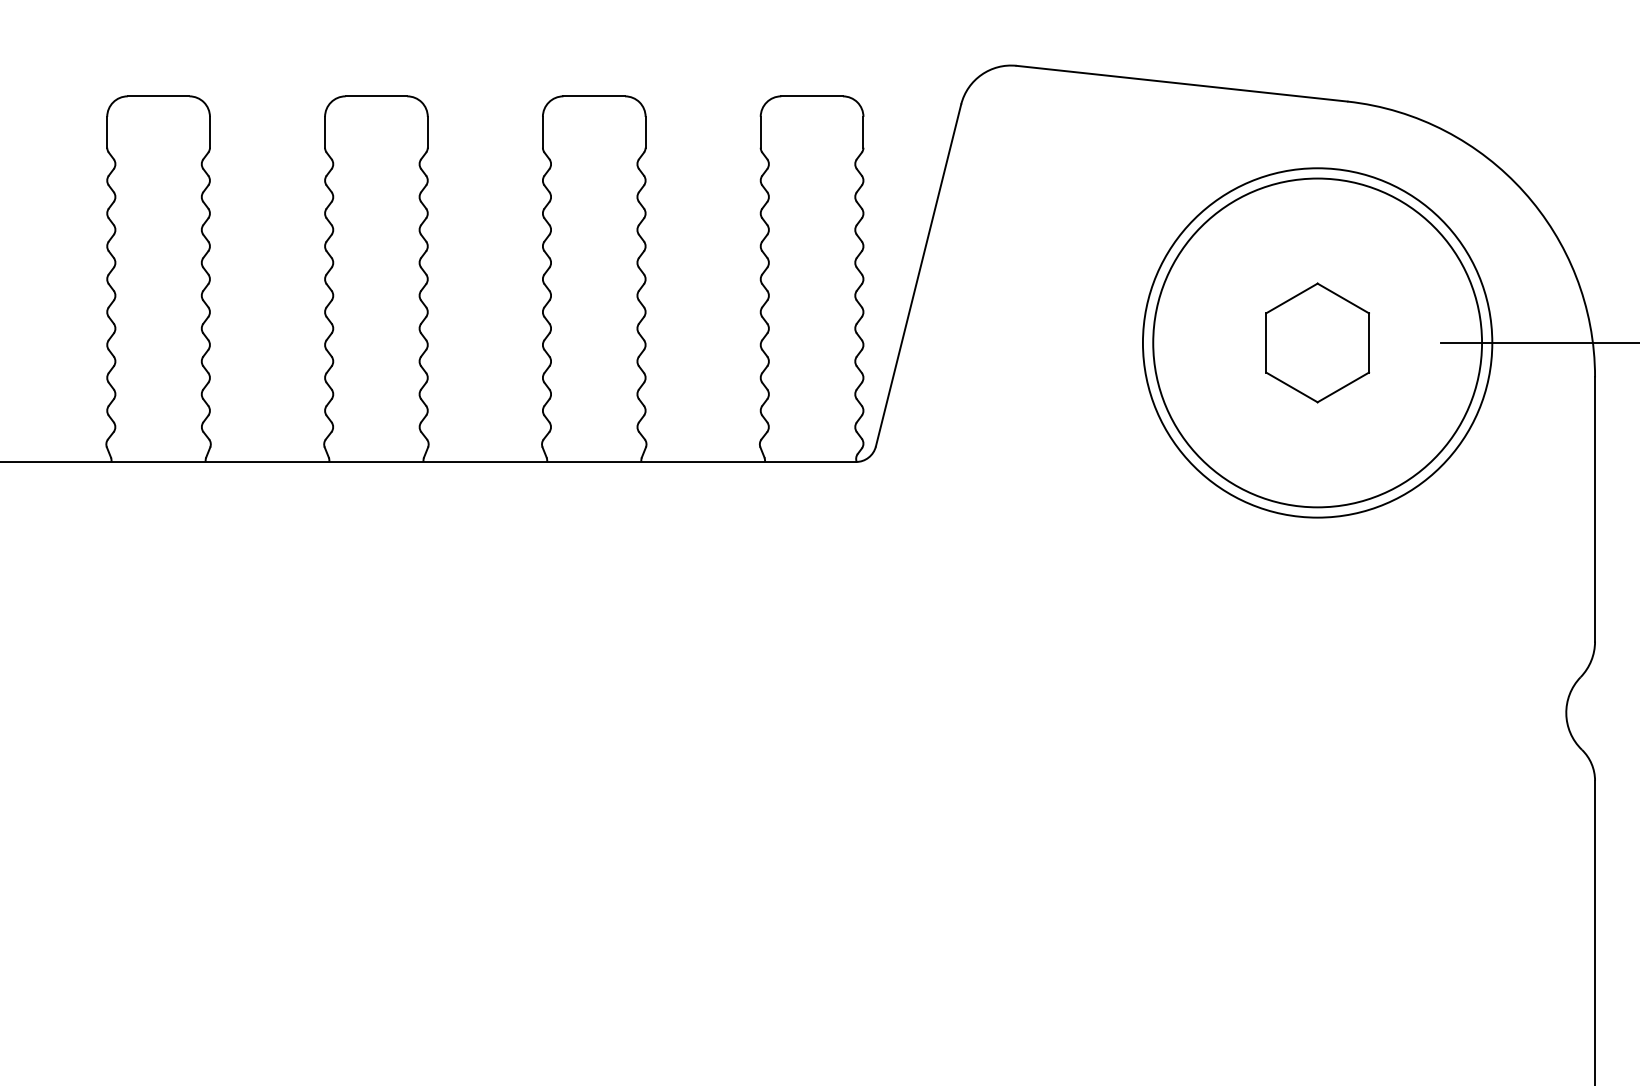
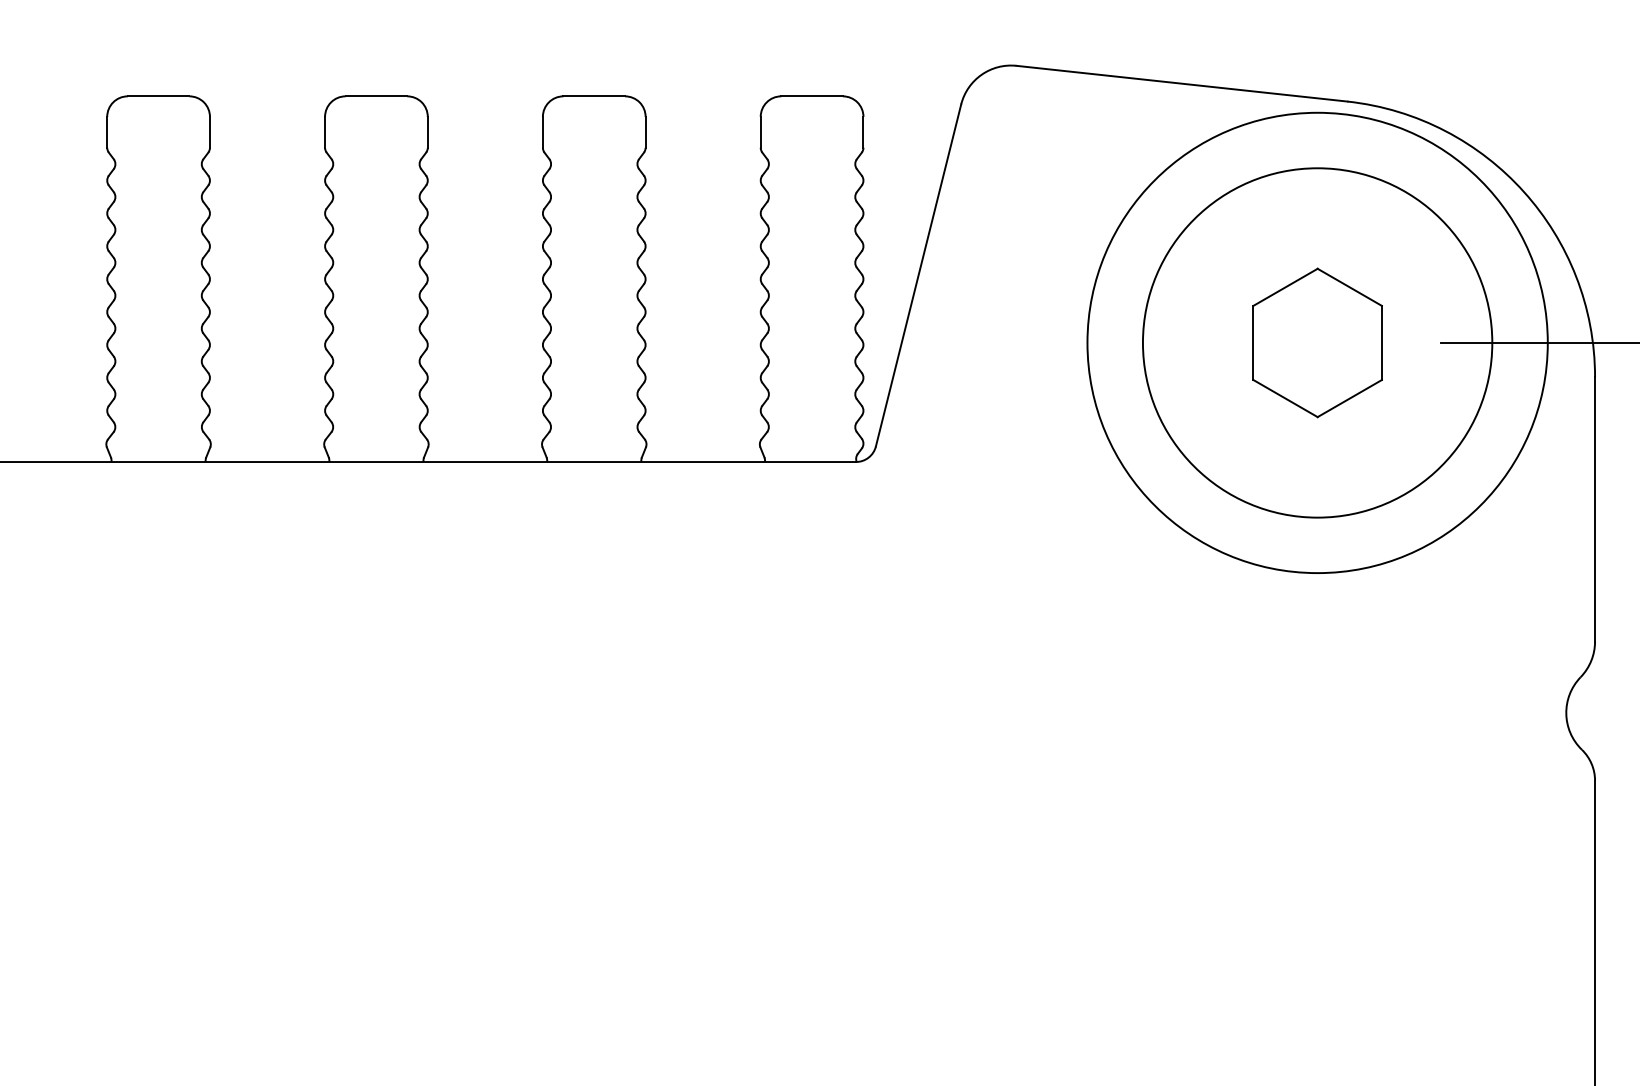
circle at (1317, 342) diameter: 329 px -> 460 px
part at (1317, 342) size: 105x122 px -> 131x152 px
